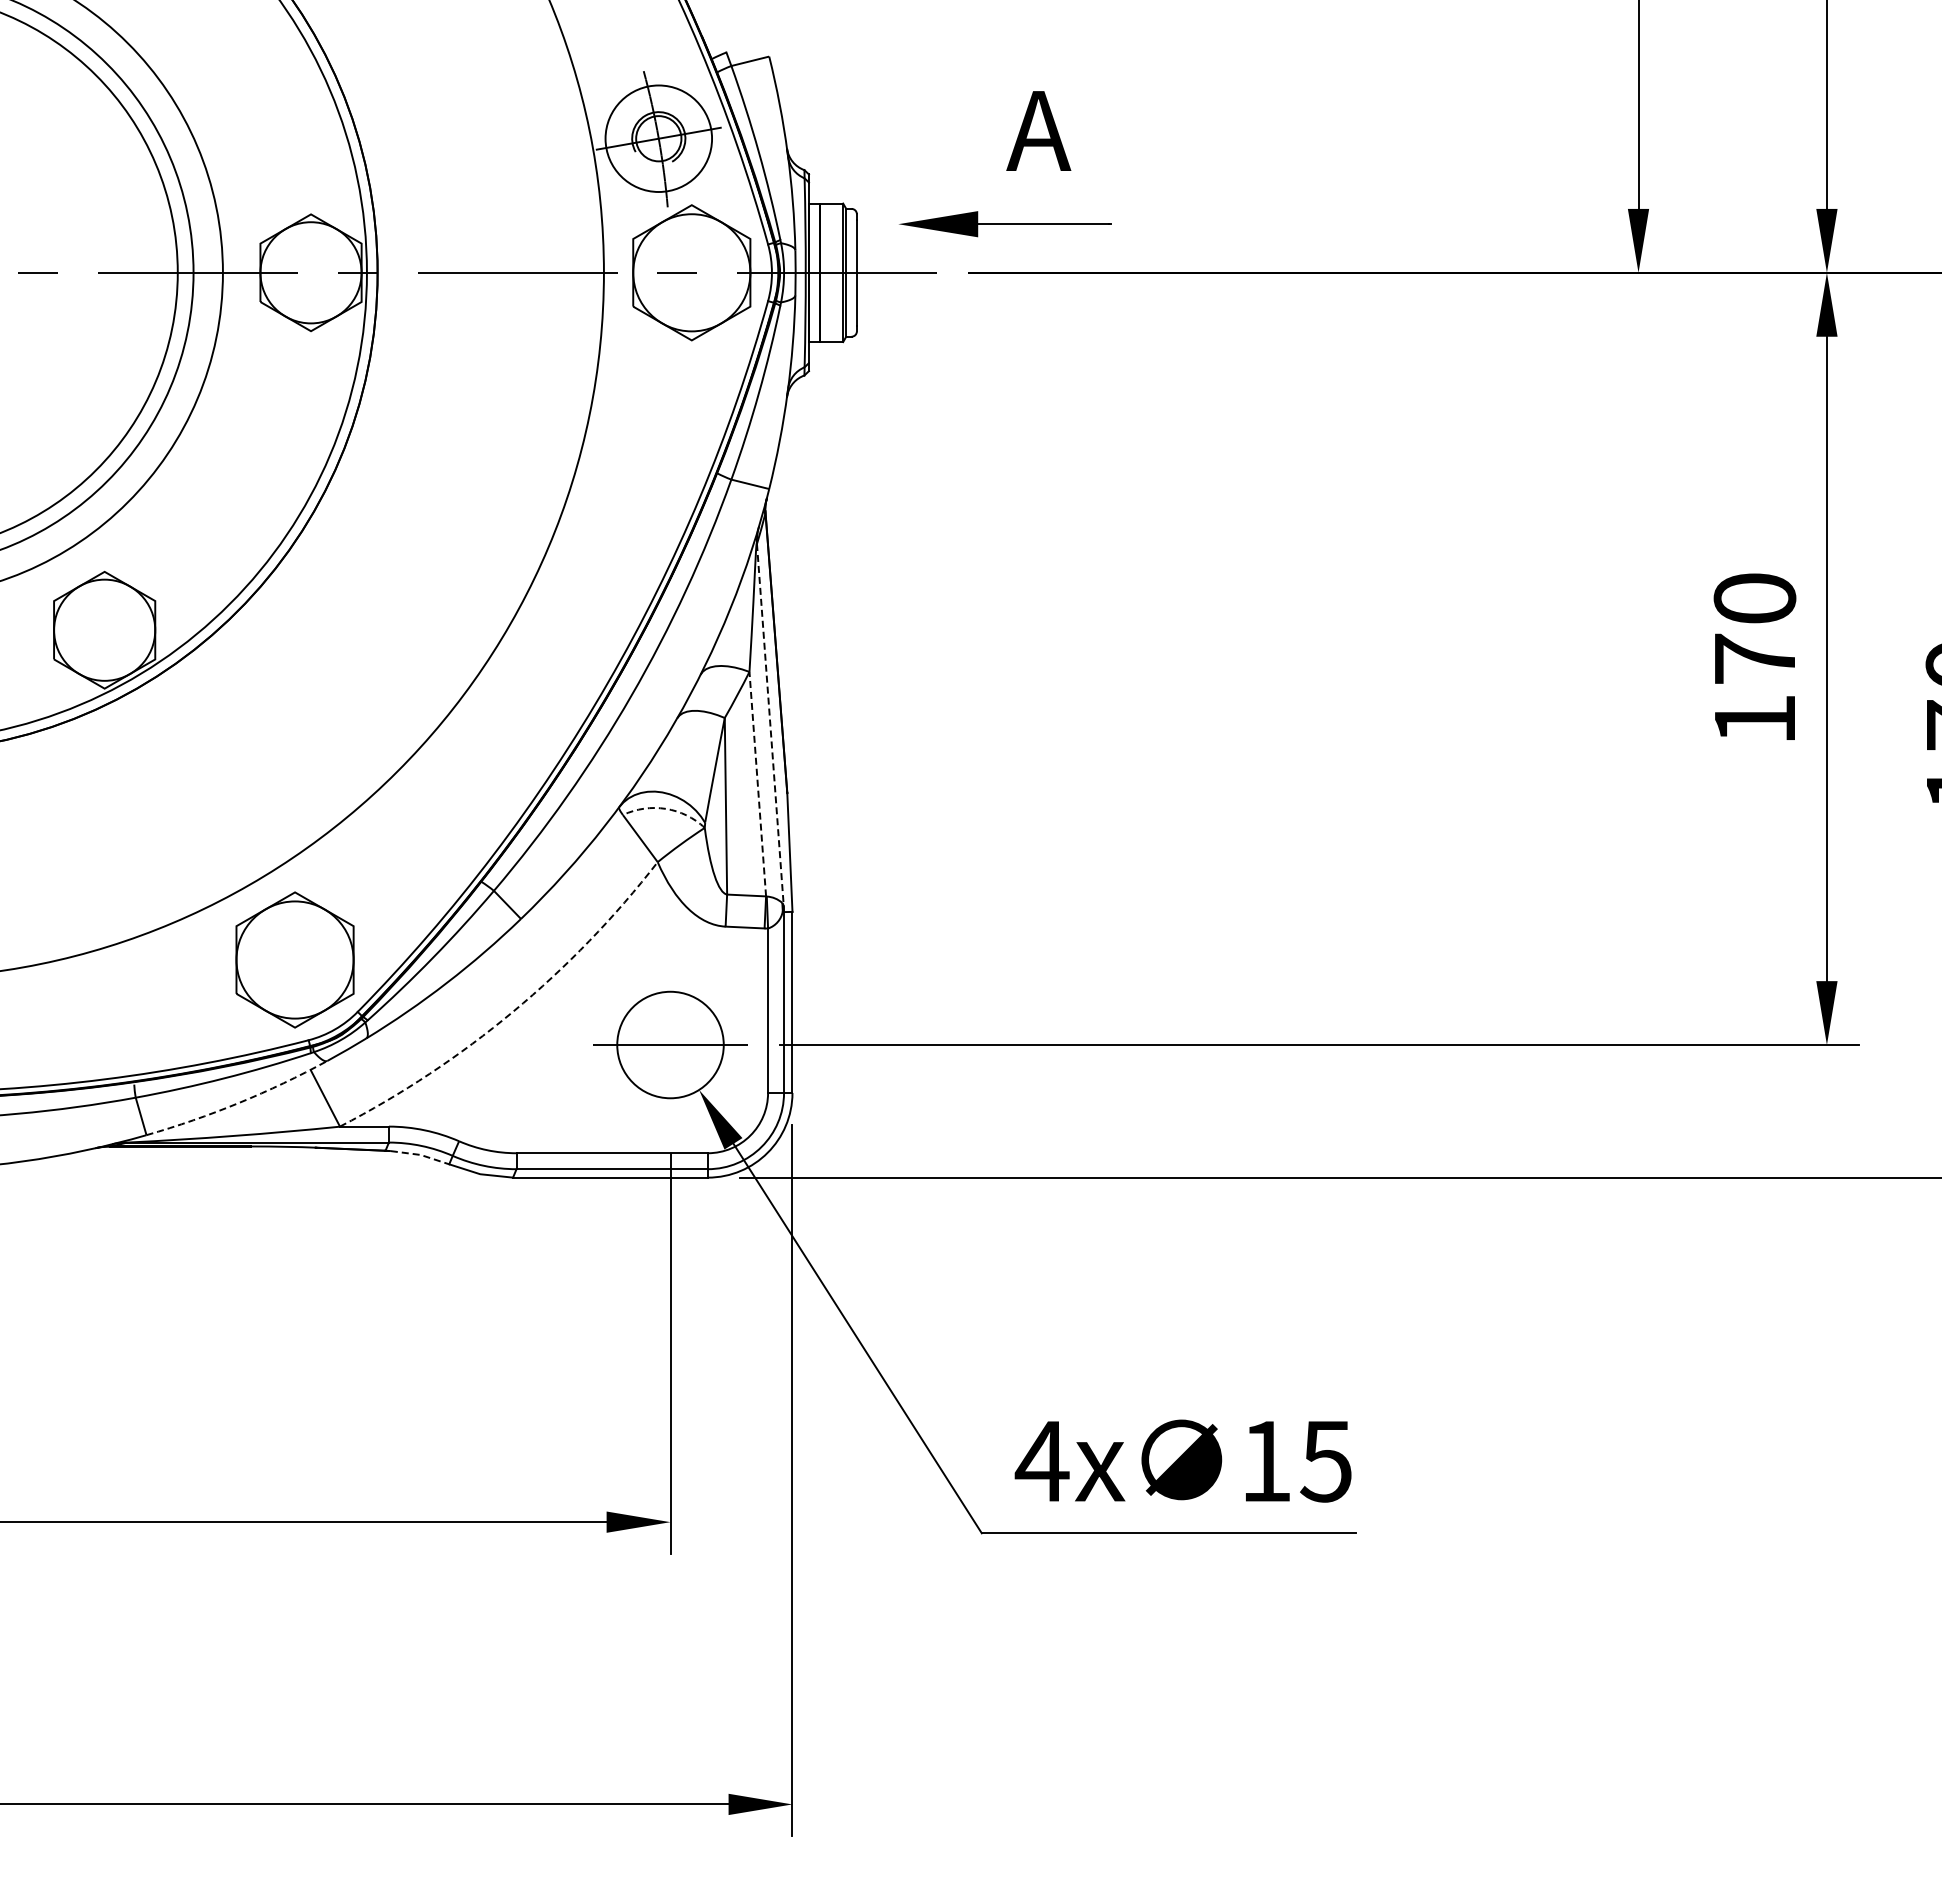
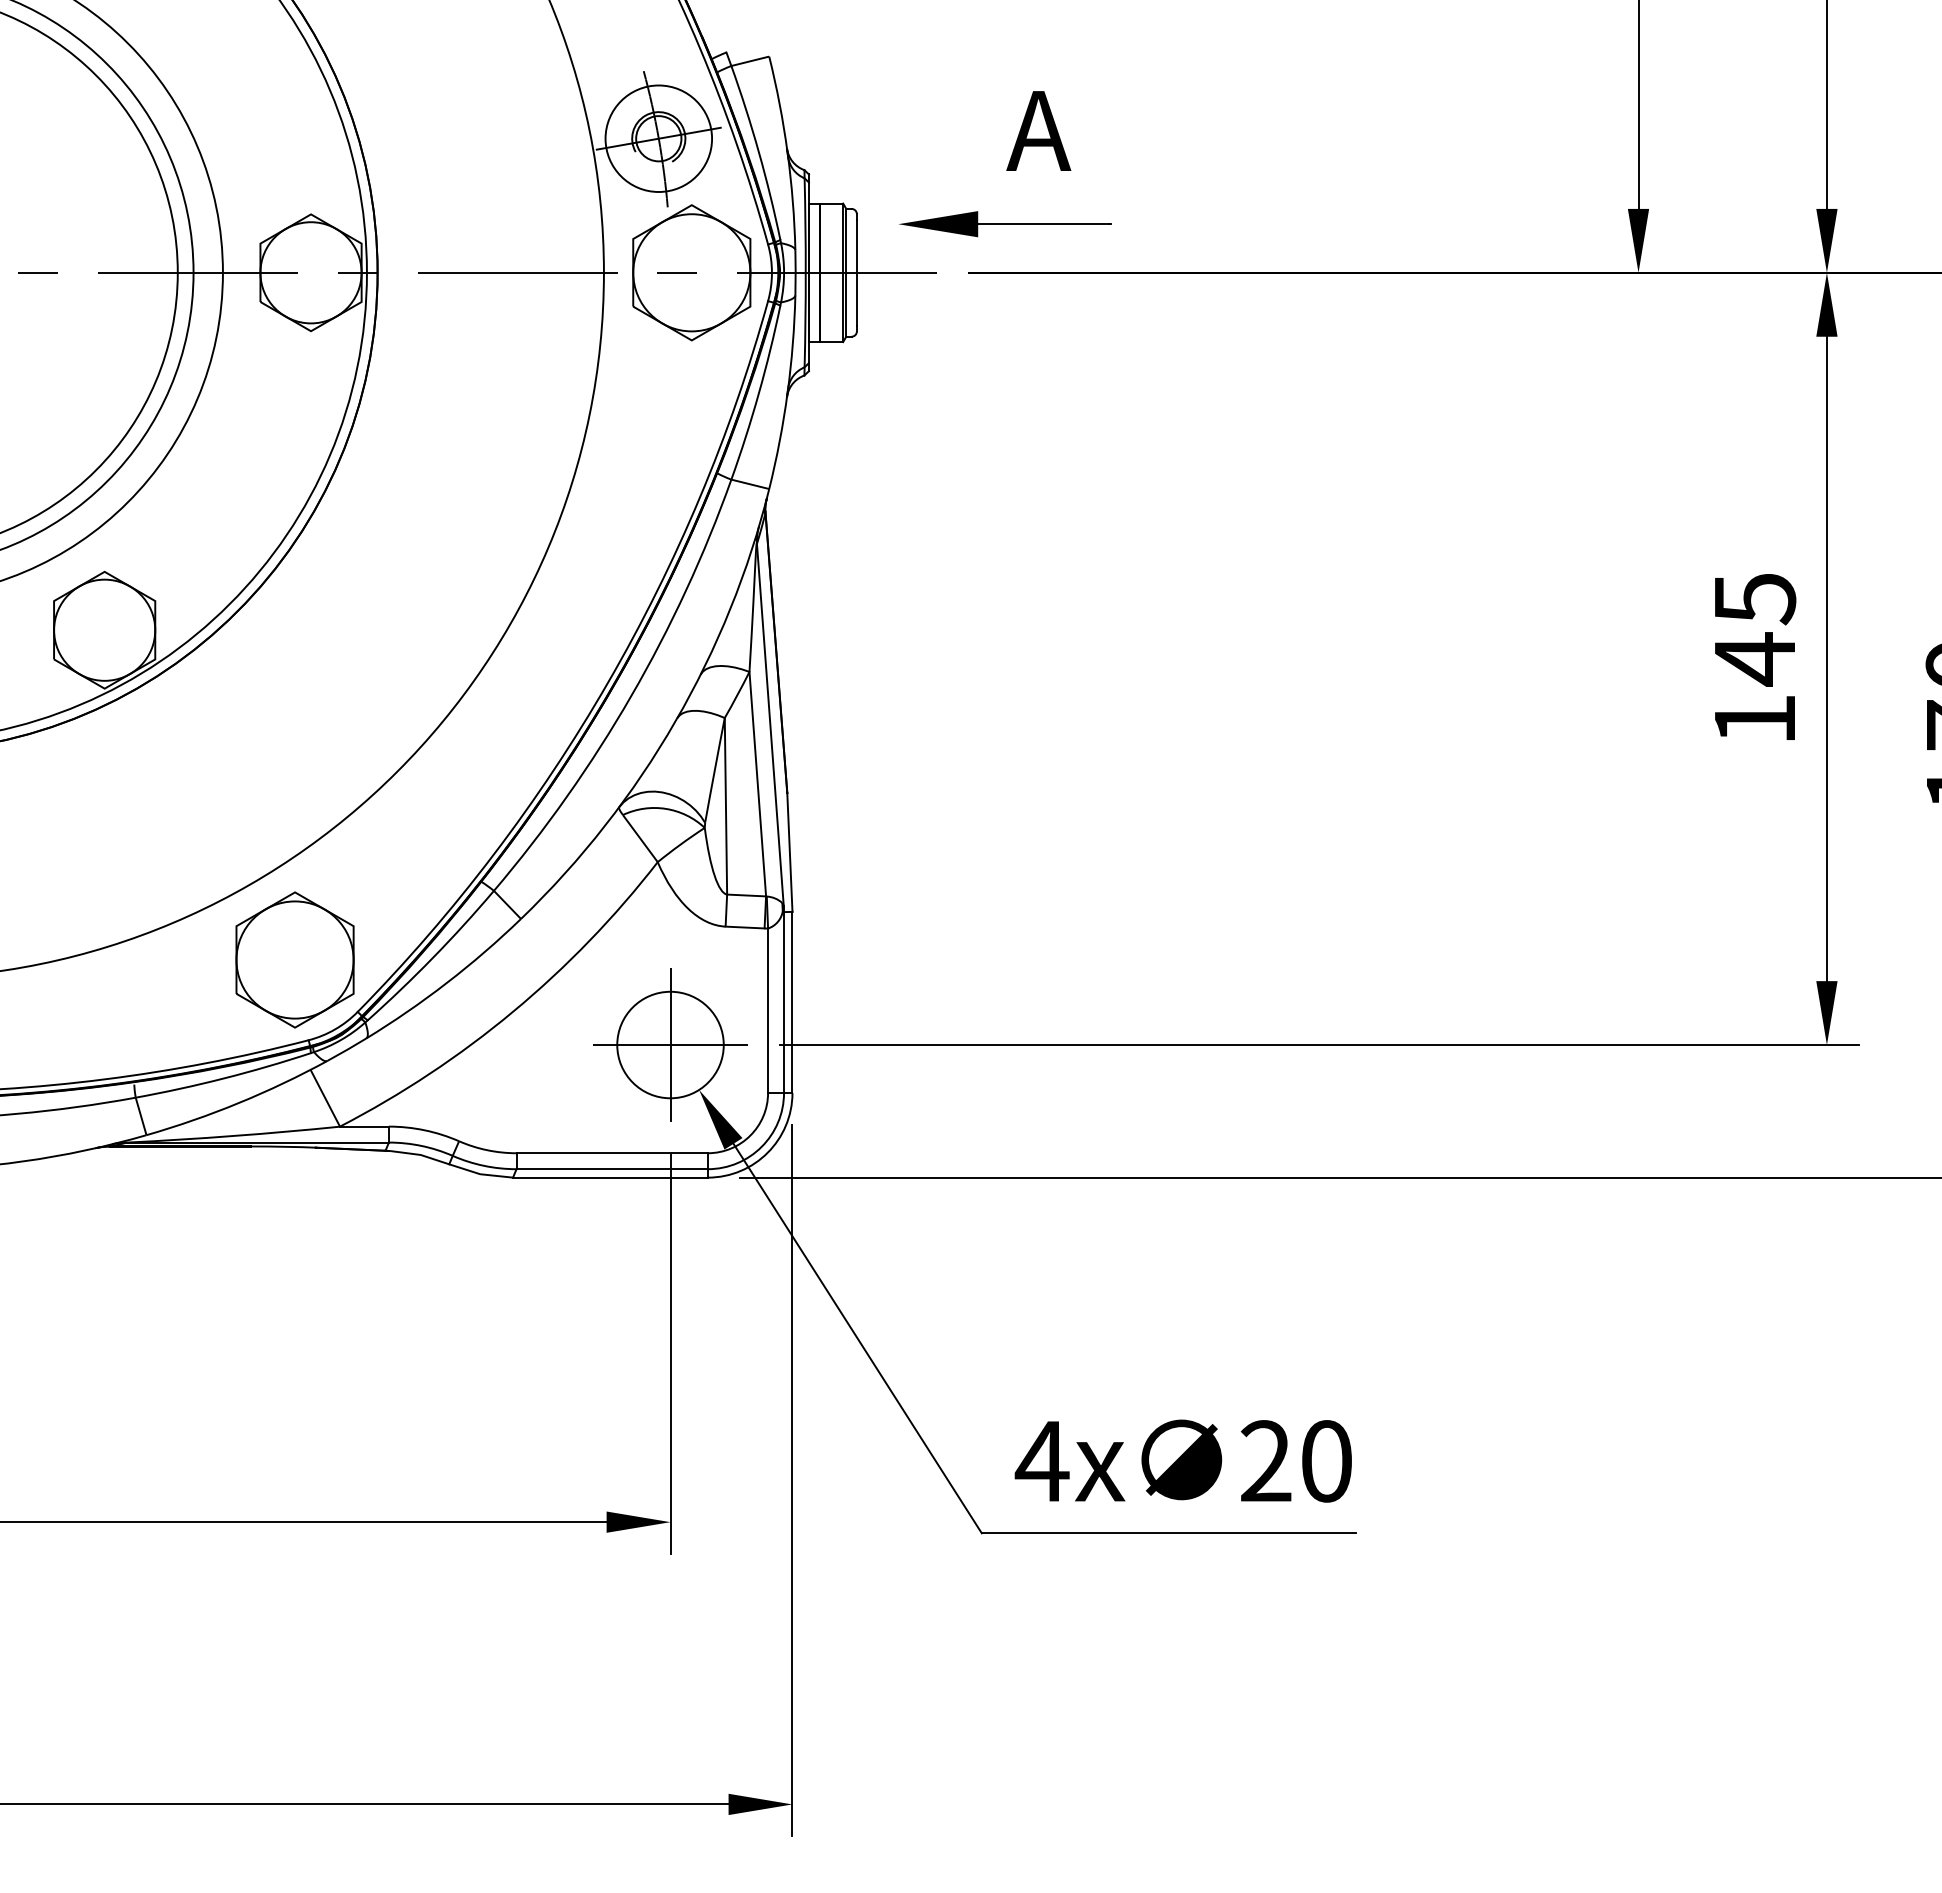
text at (1754, 629): 170 -> 145
line at (770, 725): dashed -> solid
line at (757, 784): dashed -> solid
arc at (665, 808): dashed -> solid
arc at (513, 1011): dashed -> solid
line at (670, 1044): none -> present
arc at (238, 1103): dashed -> solid
line at (420, 1154): dashed -> solid
text at (1295, 1461): 15 -> 20
